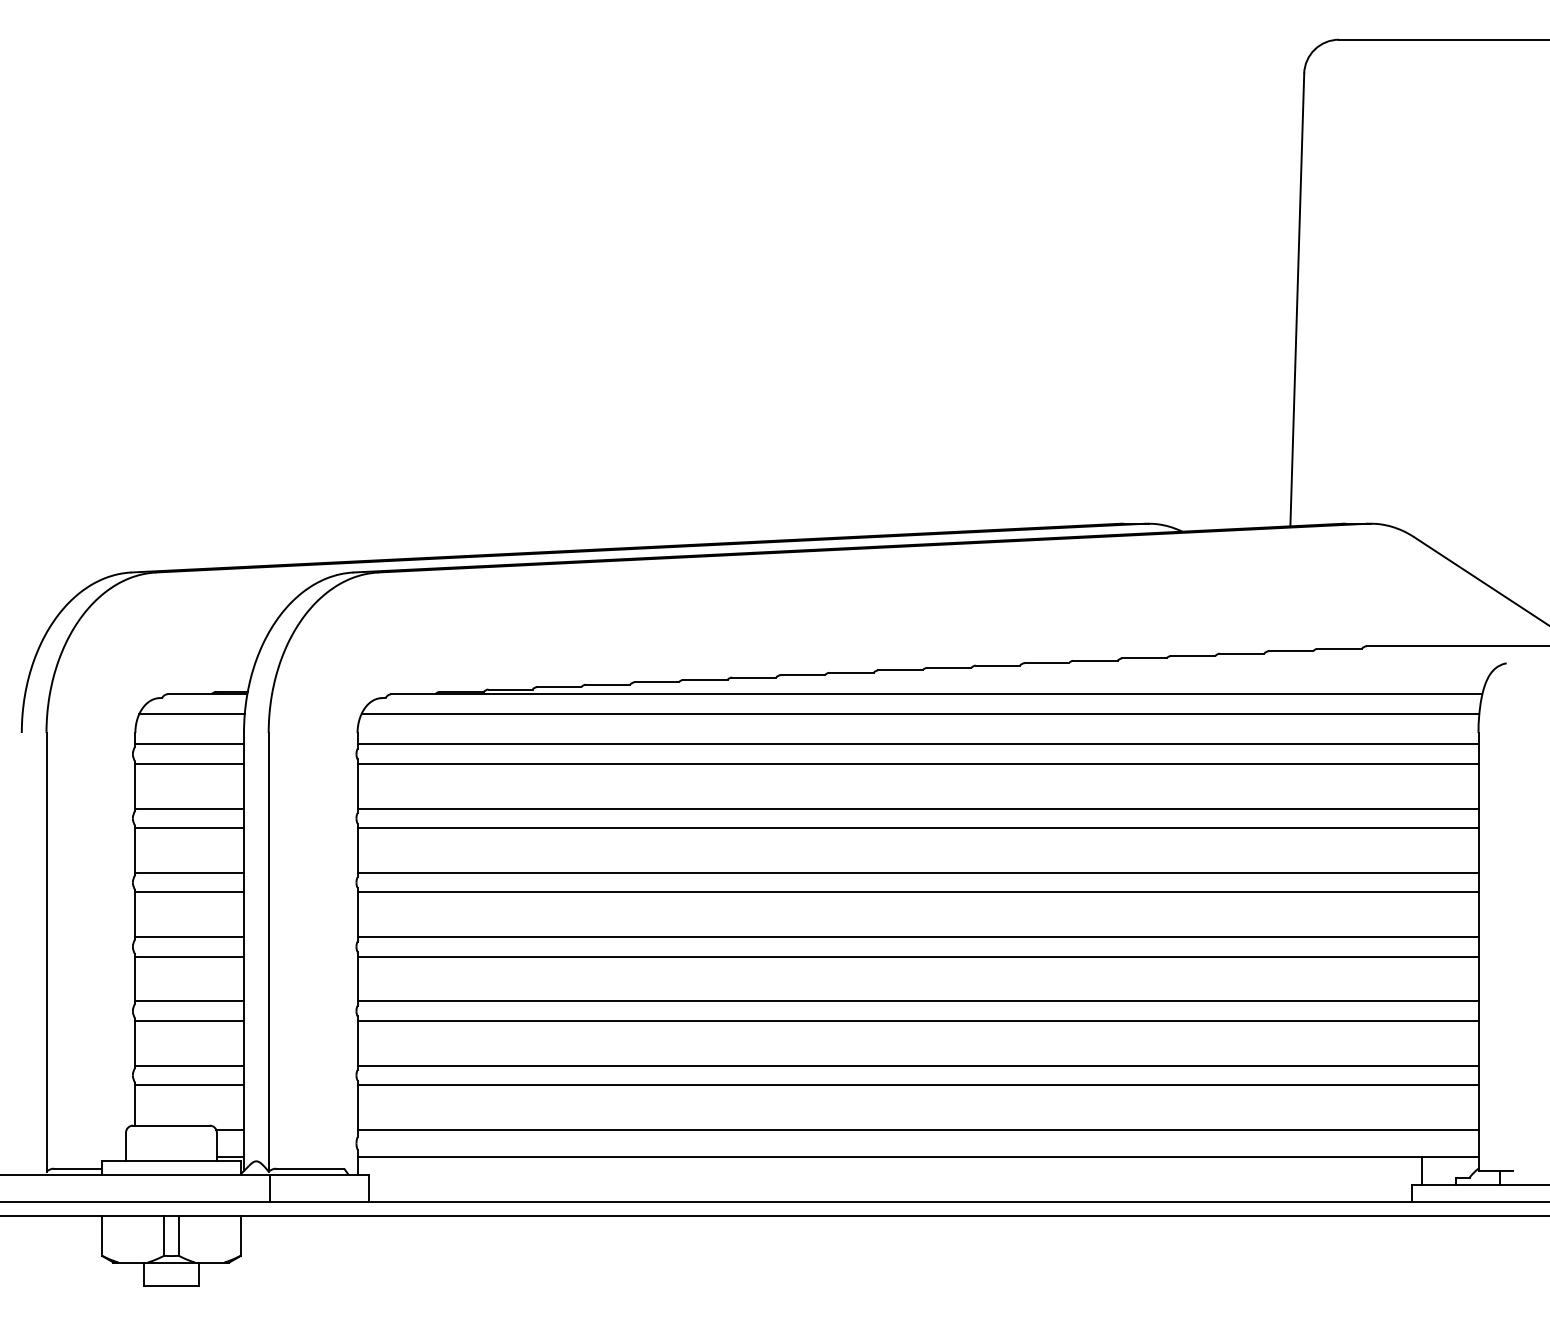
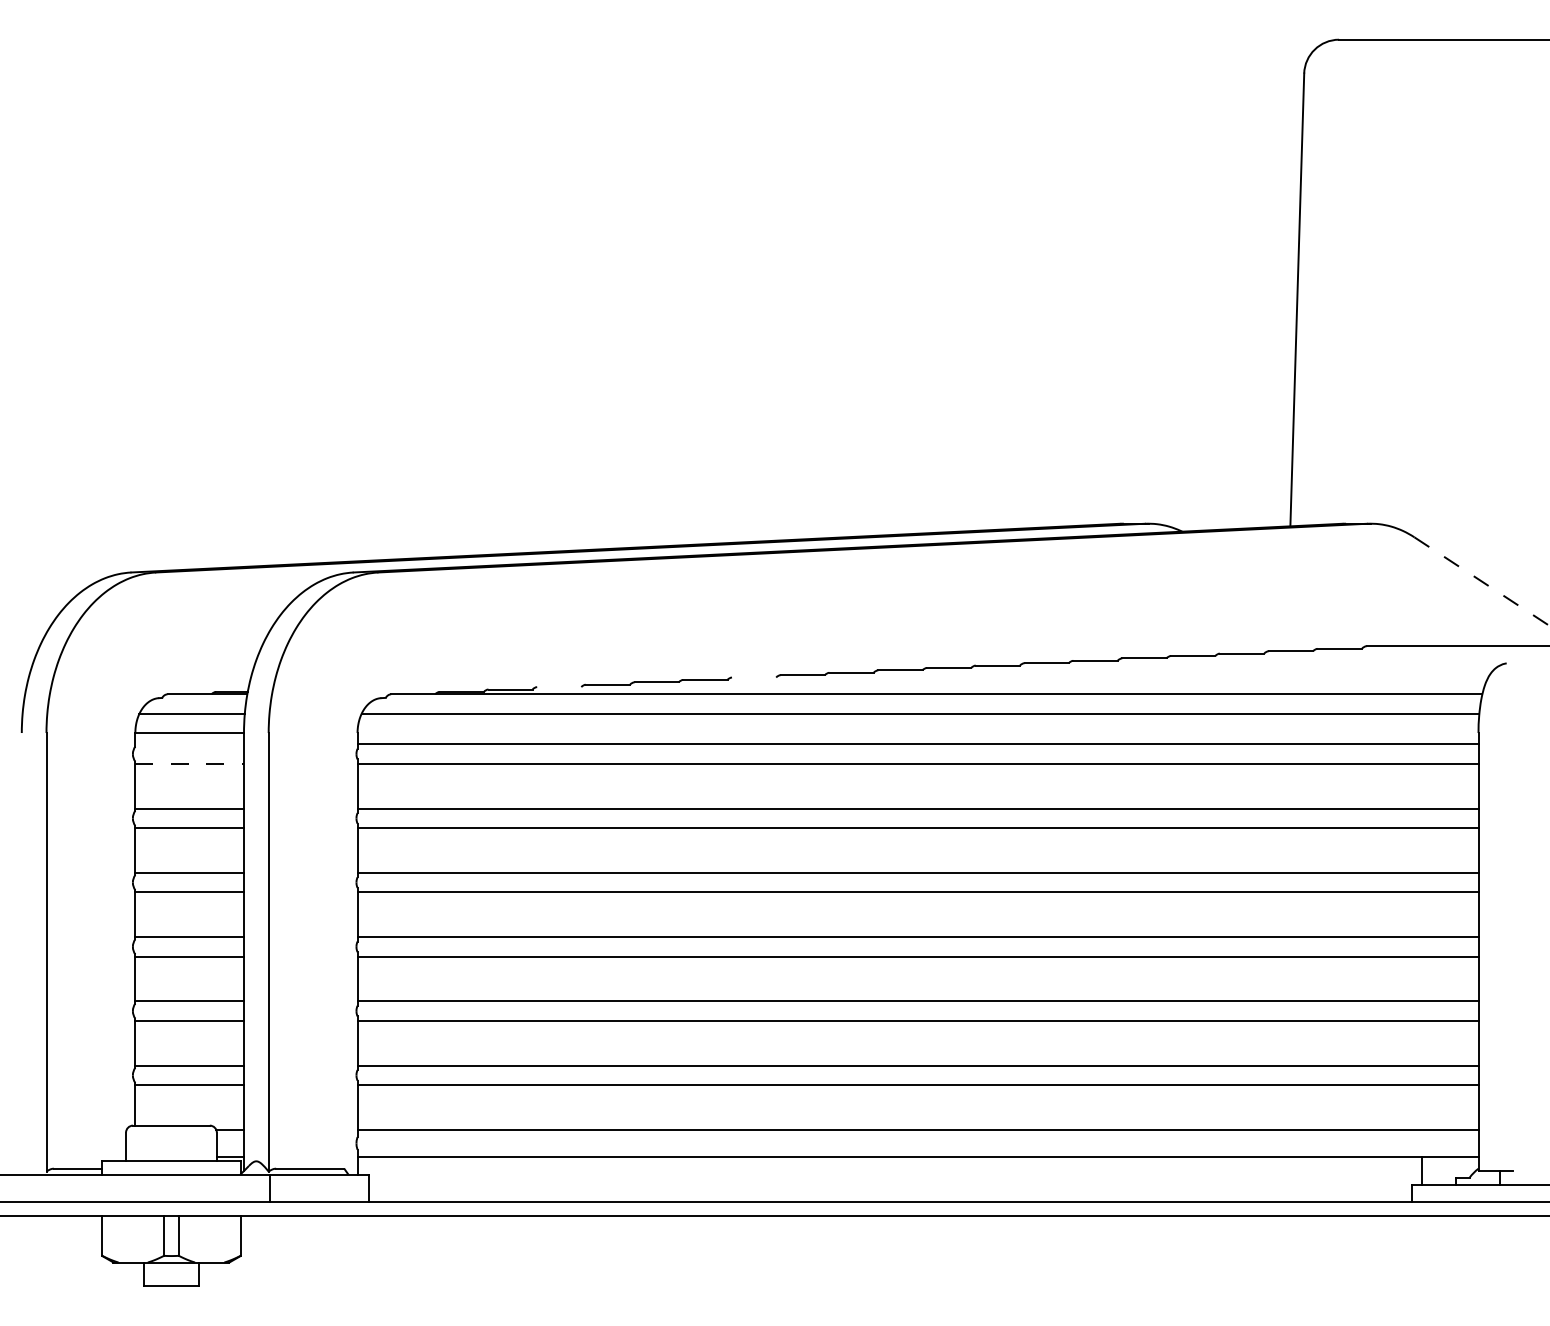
line at (1482, 581): solid -> dashed
line at (754, 677): present -> none
line at (559, 687): present -> none
line at (189, 744) position: (189, 744) -> (189, 733)
line at (190, 763): solid -> dashed
